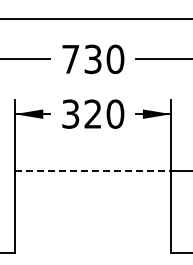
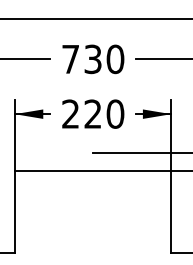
text at (70, 113): 320 -> 220
line at (141, 152): none -> present
line at (93, 170): dashed -> solid
